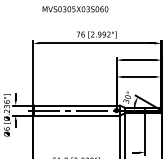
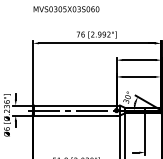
text at (75, 9) position: (75, 9) -> (66, 9)
